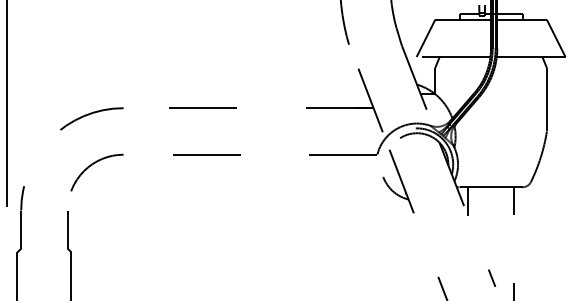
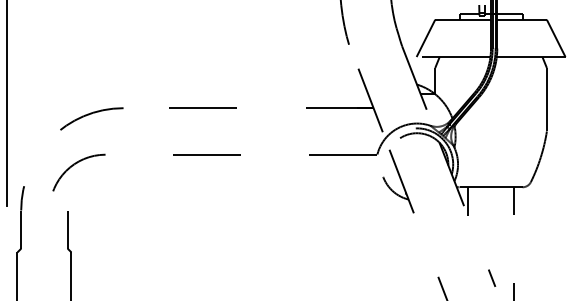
arc at (91, 166) position: (91, 166) -> (73, 166)
